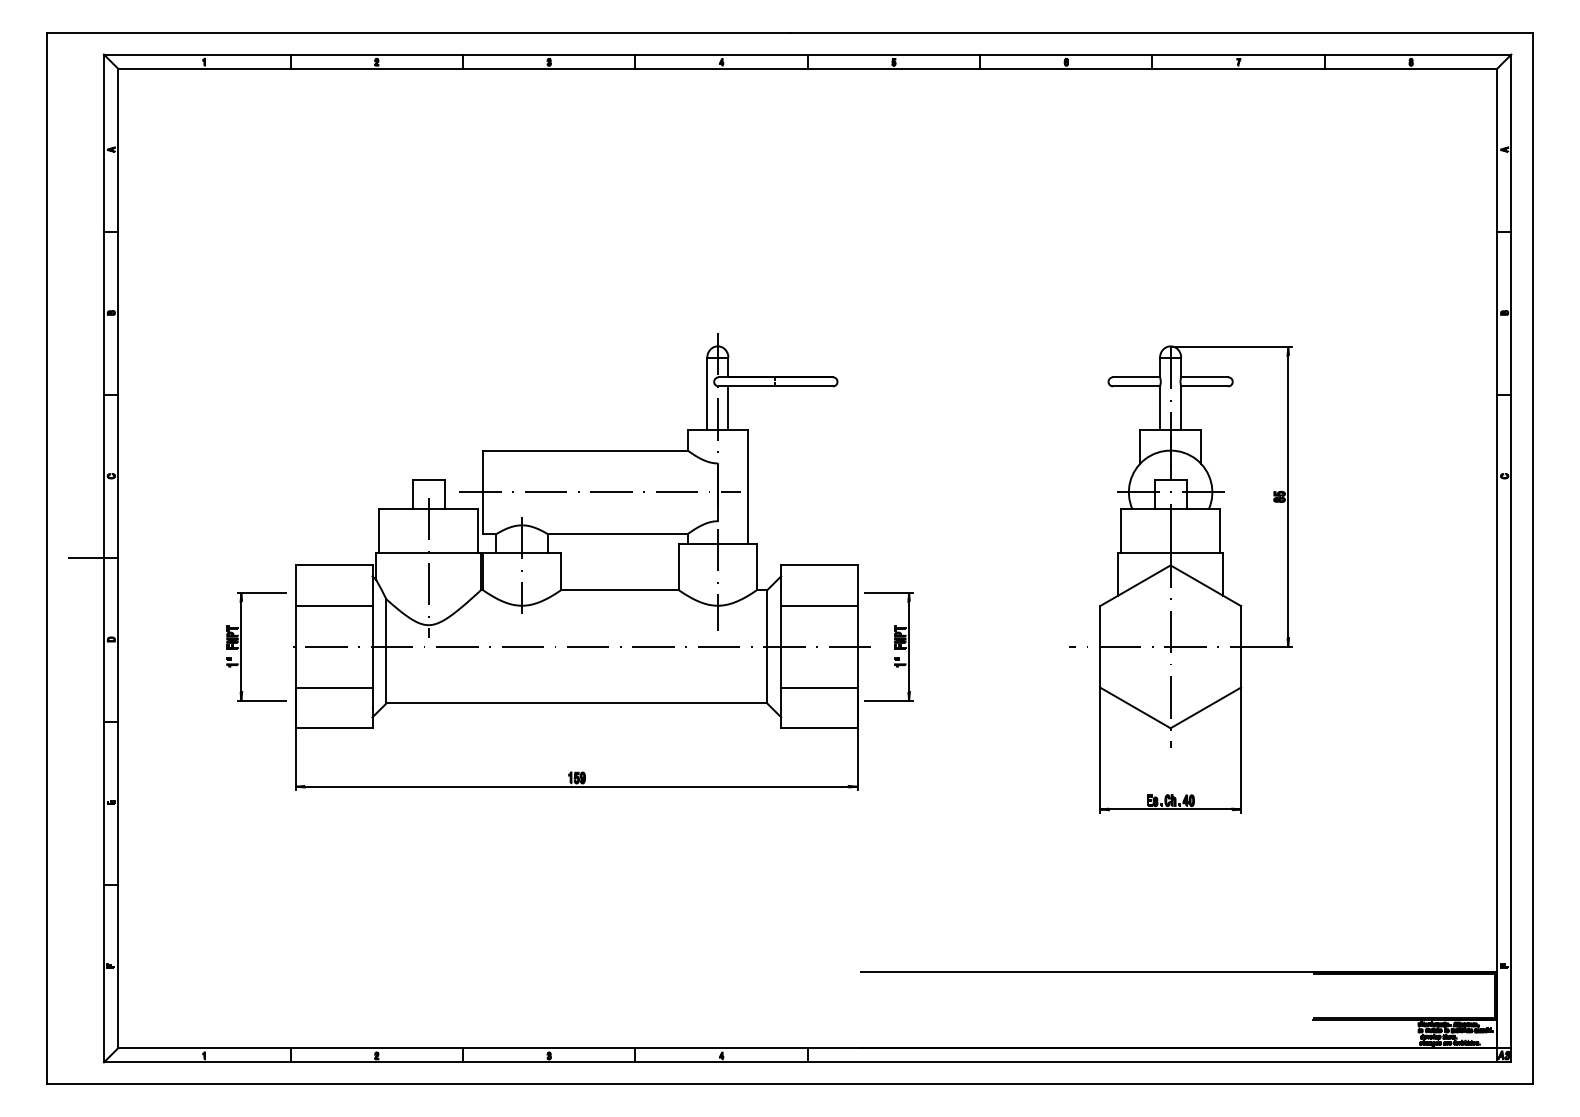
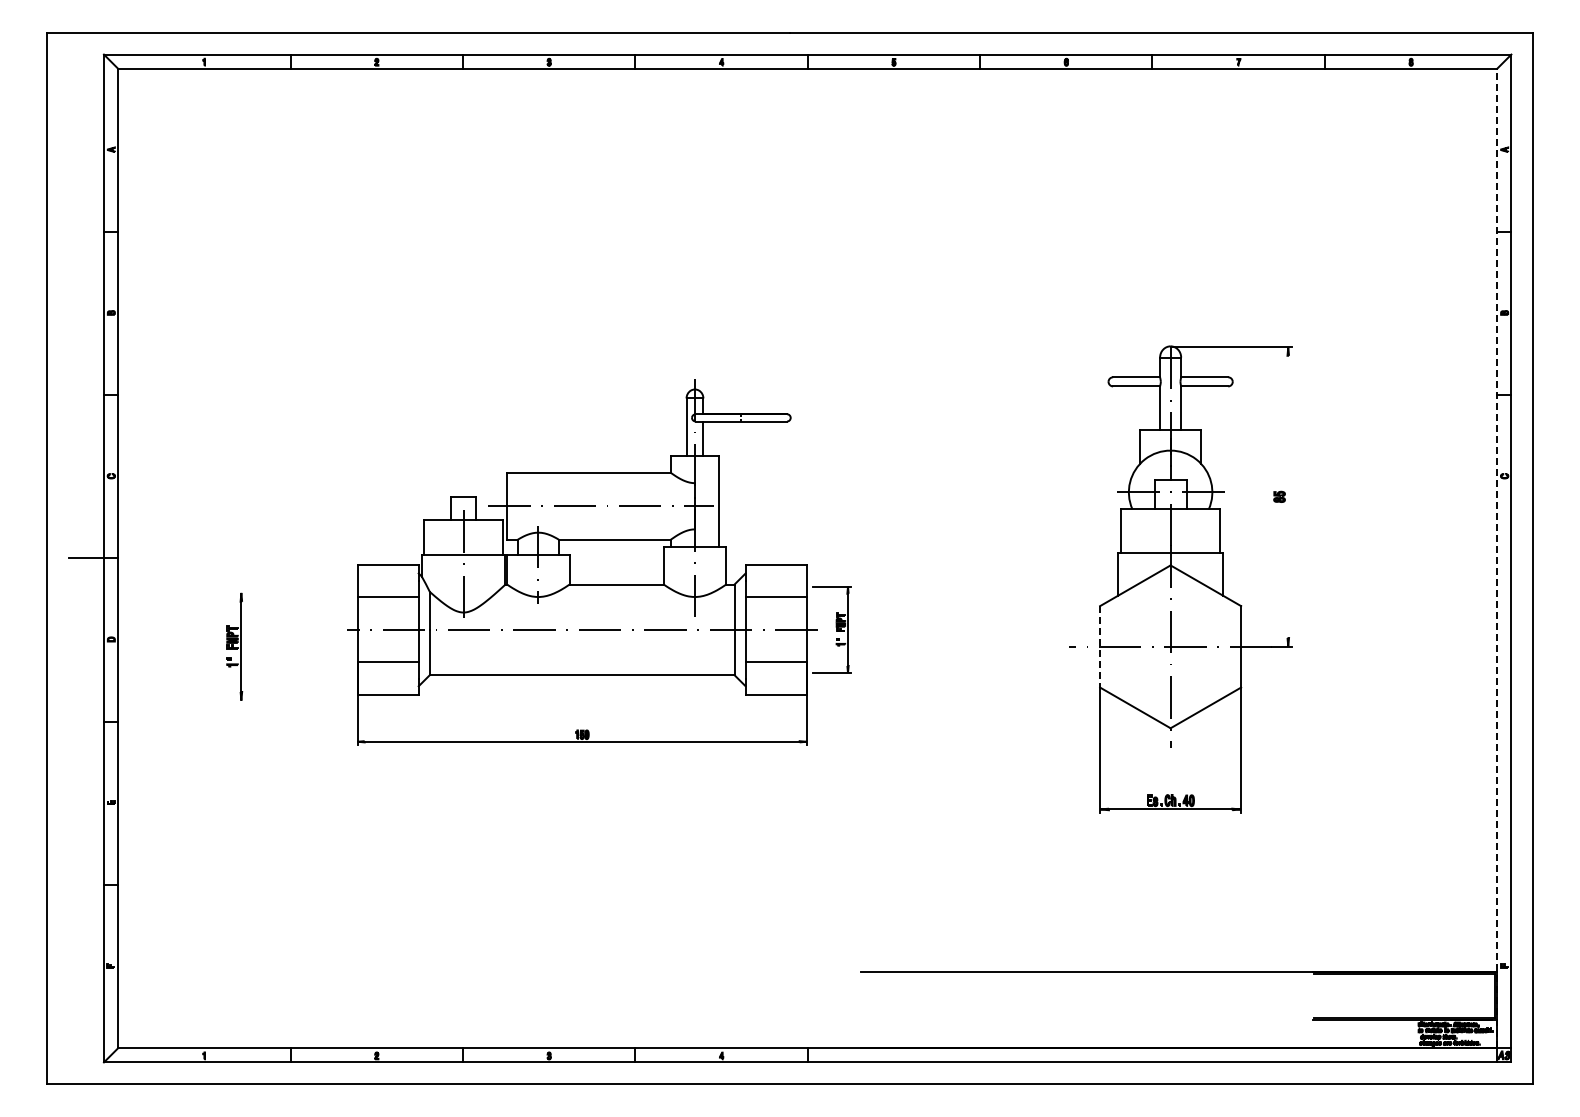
line at (1288, 496): present -> none
line at (1497, 558): solid -> dashed
part at (603, 561) size: 621x458 px -> 503x367 px
line at (261, 592): present -> none
line at (1100, 646): solid -> dashed
line at (261, 700): present -> none
